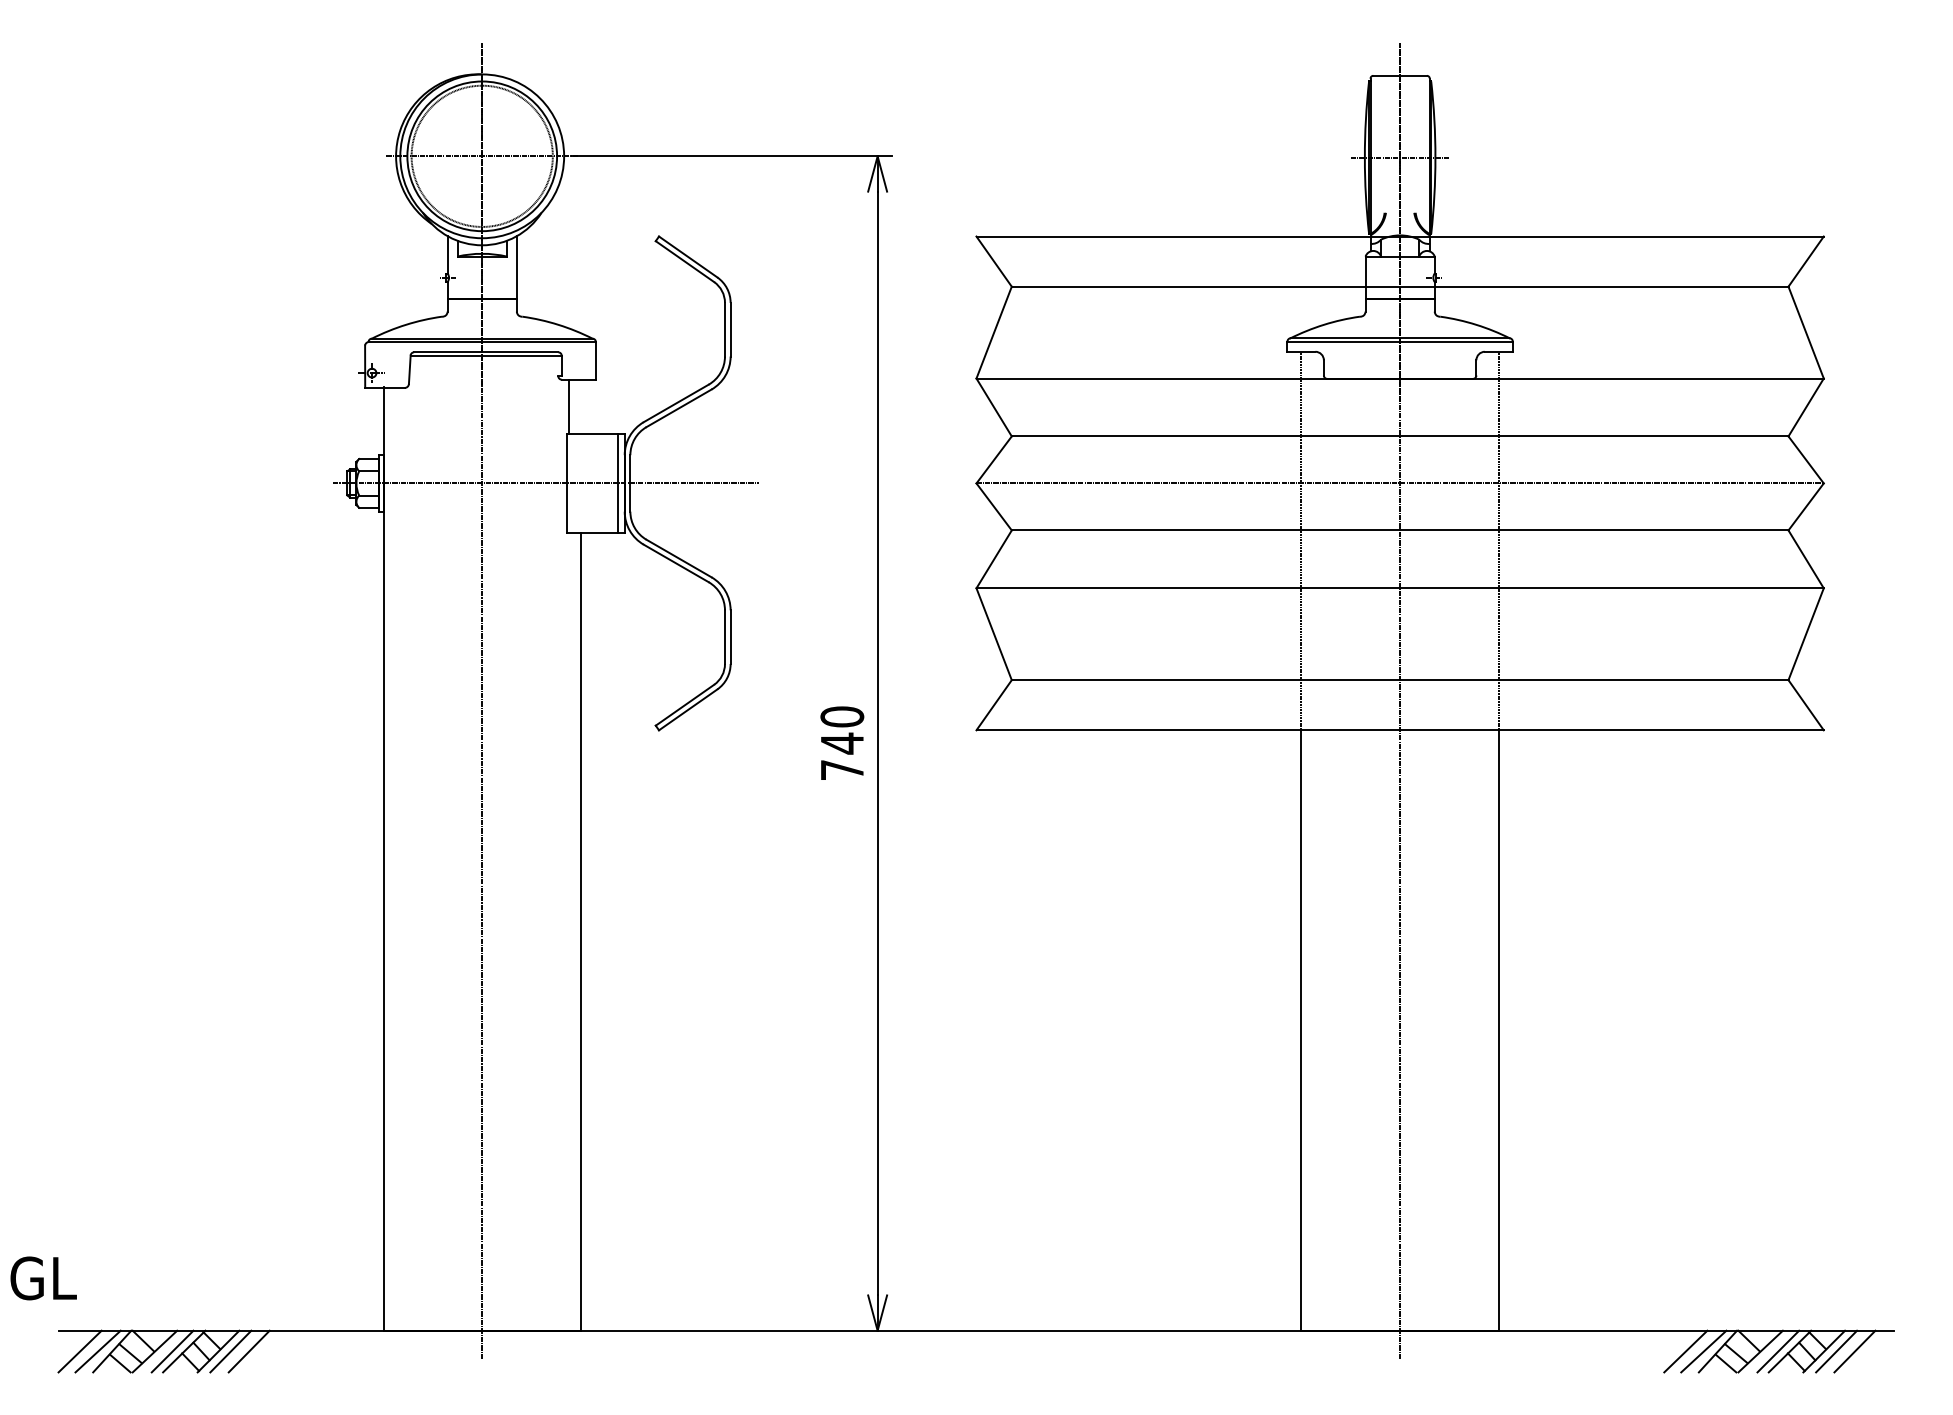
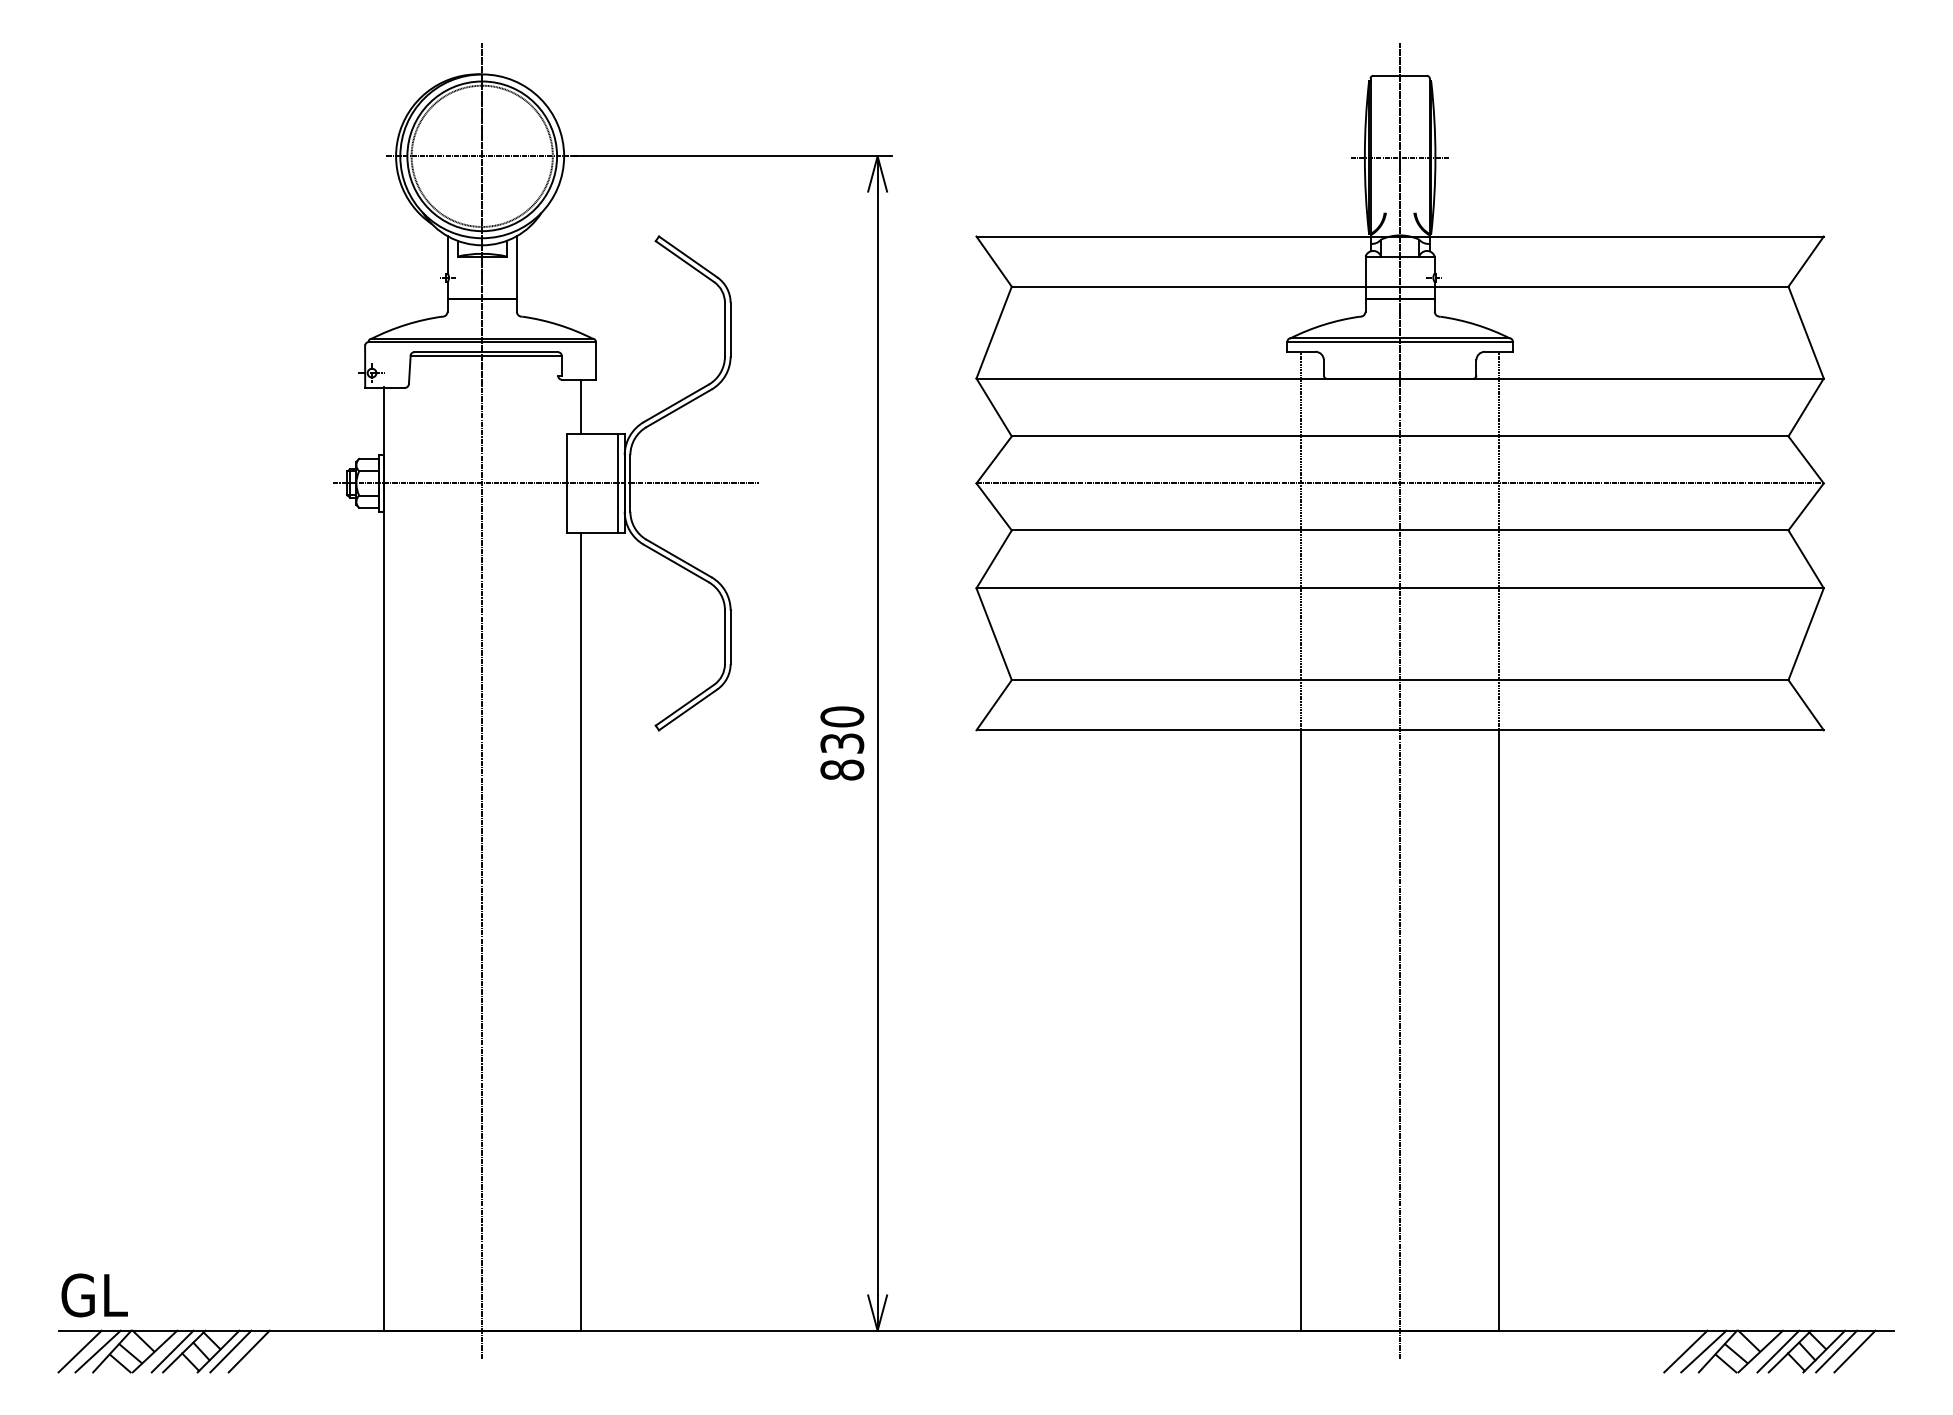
line at (568, 406) position: (568, 406) -> (580, 406)
text at (842, 756): 740 -> 830
text at (43, 1278) position: (43, 1278) -> (94, 1295)
